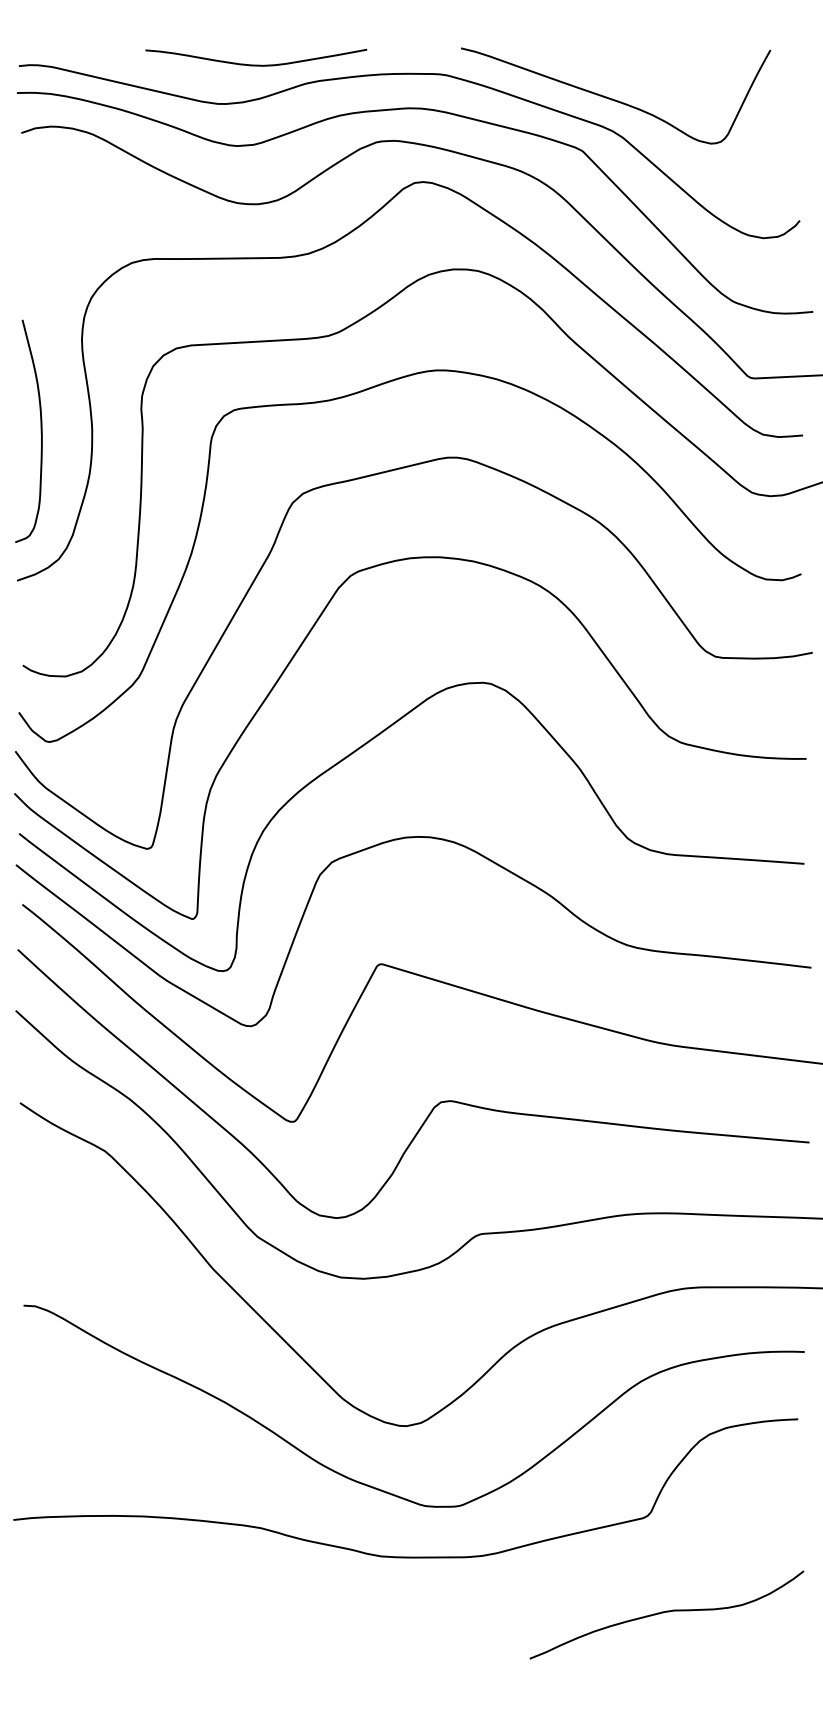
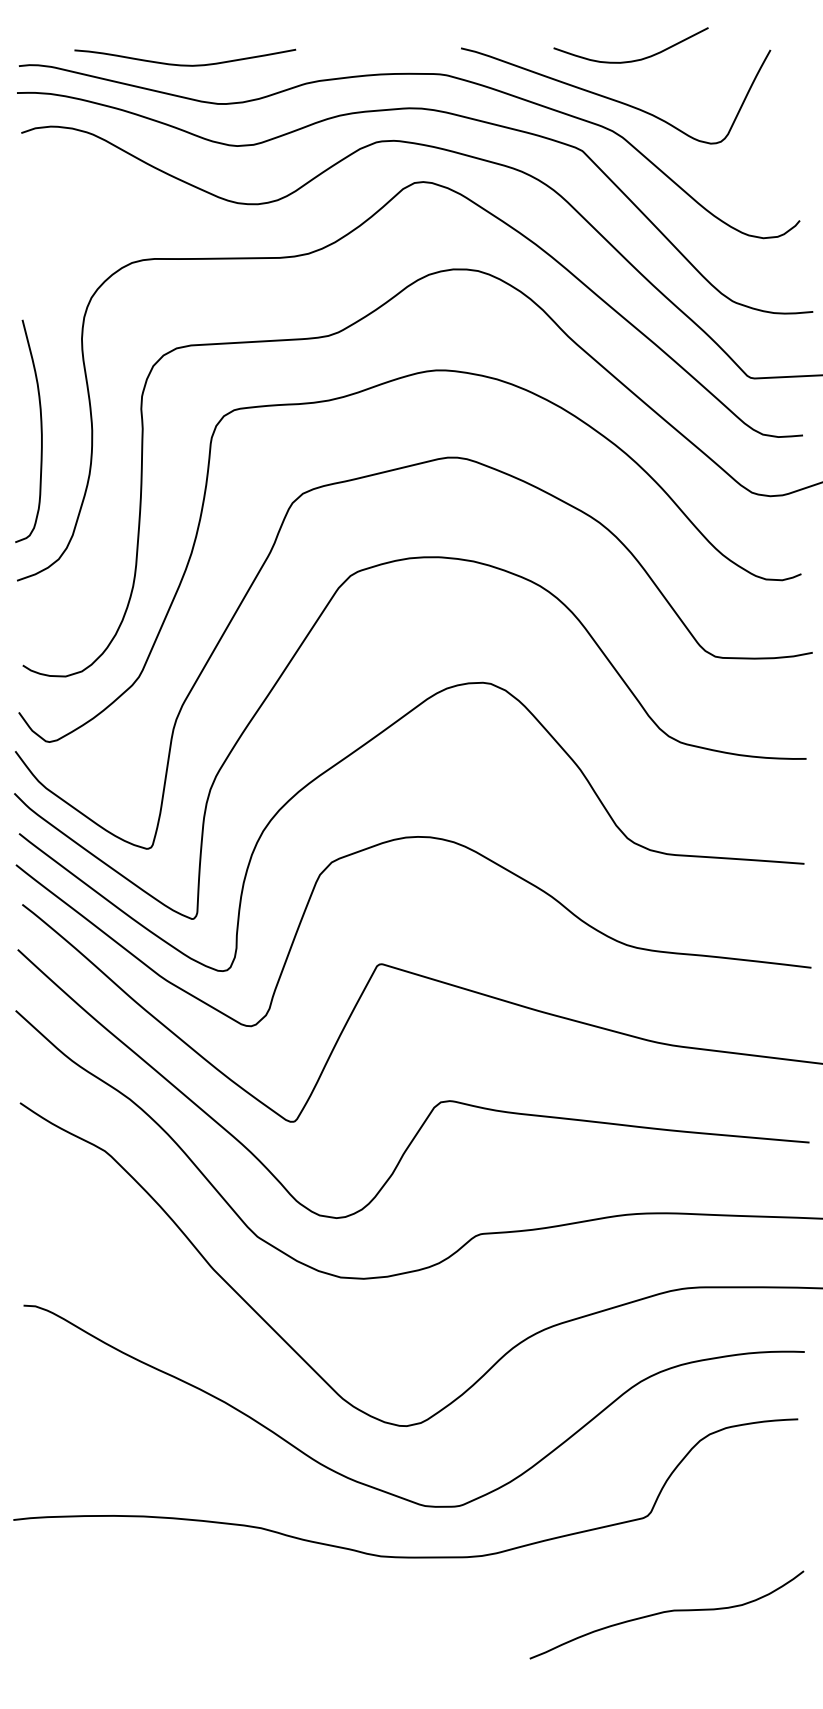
curve at (635, 59): none -> present
curve at (256, 64) position: (256, 64) -> (185, 64)
